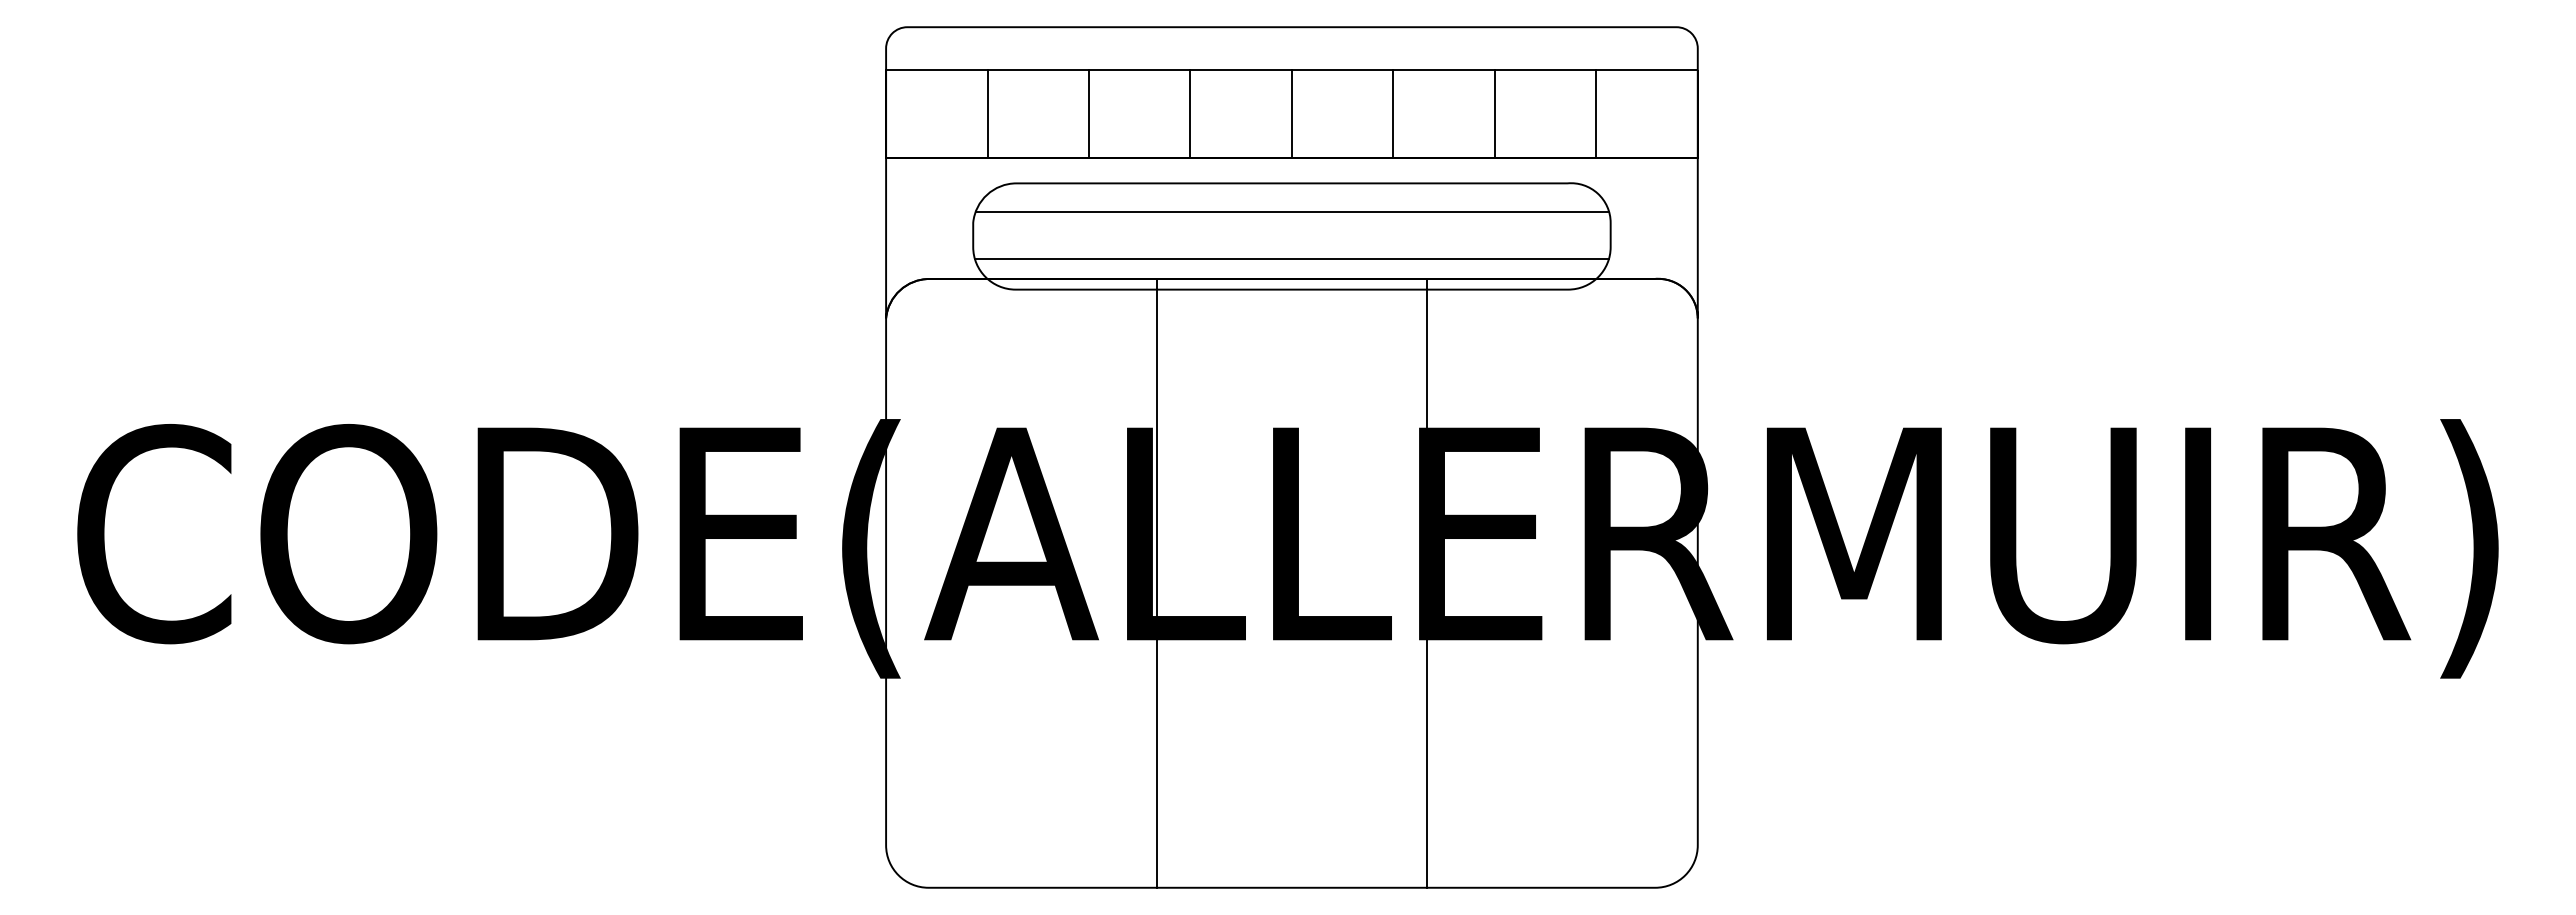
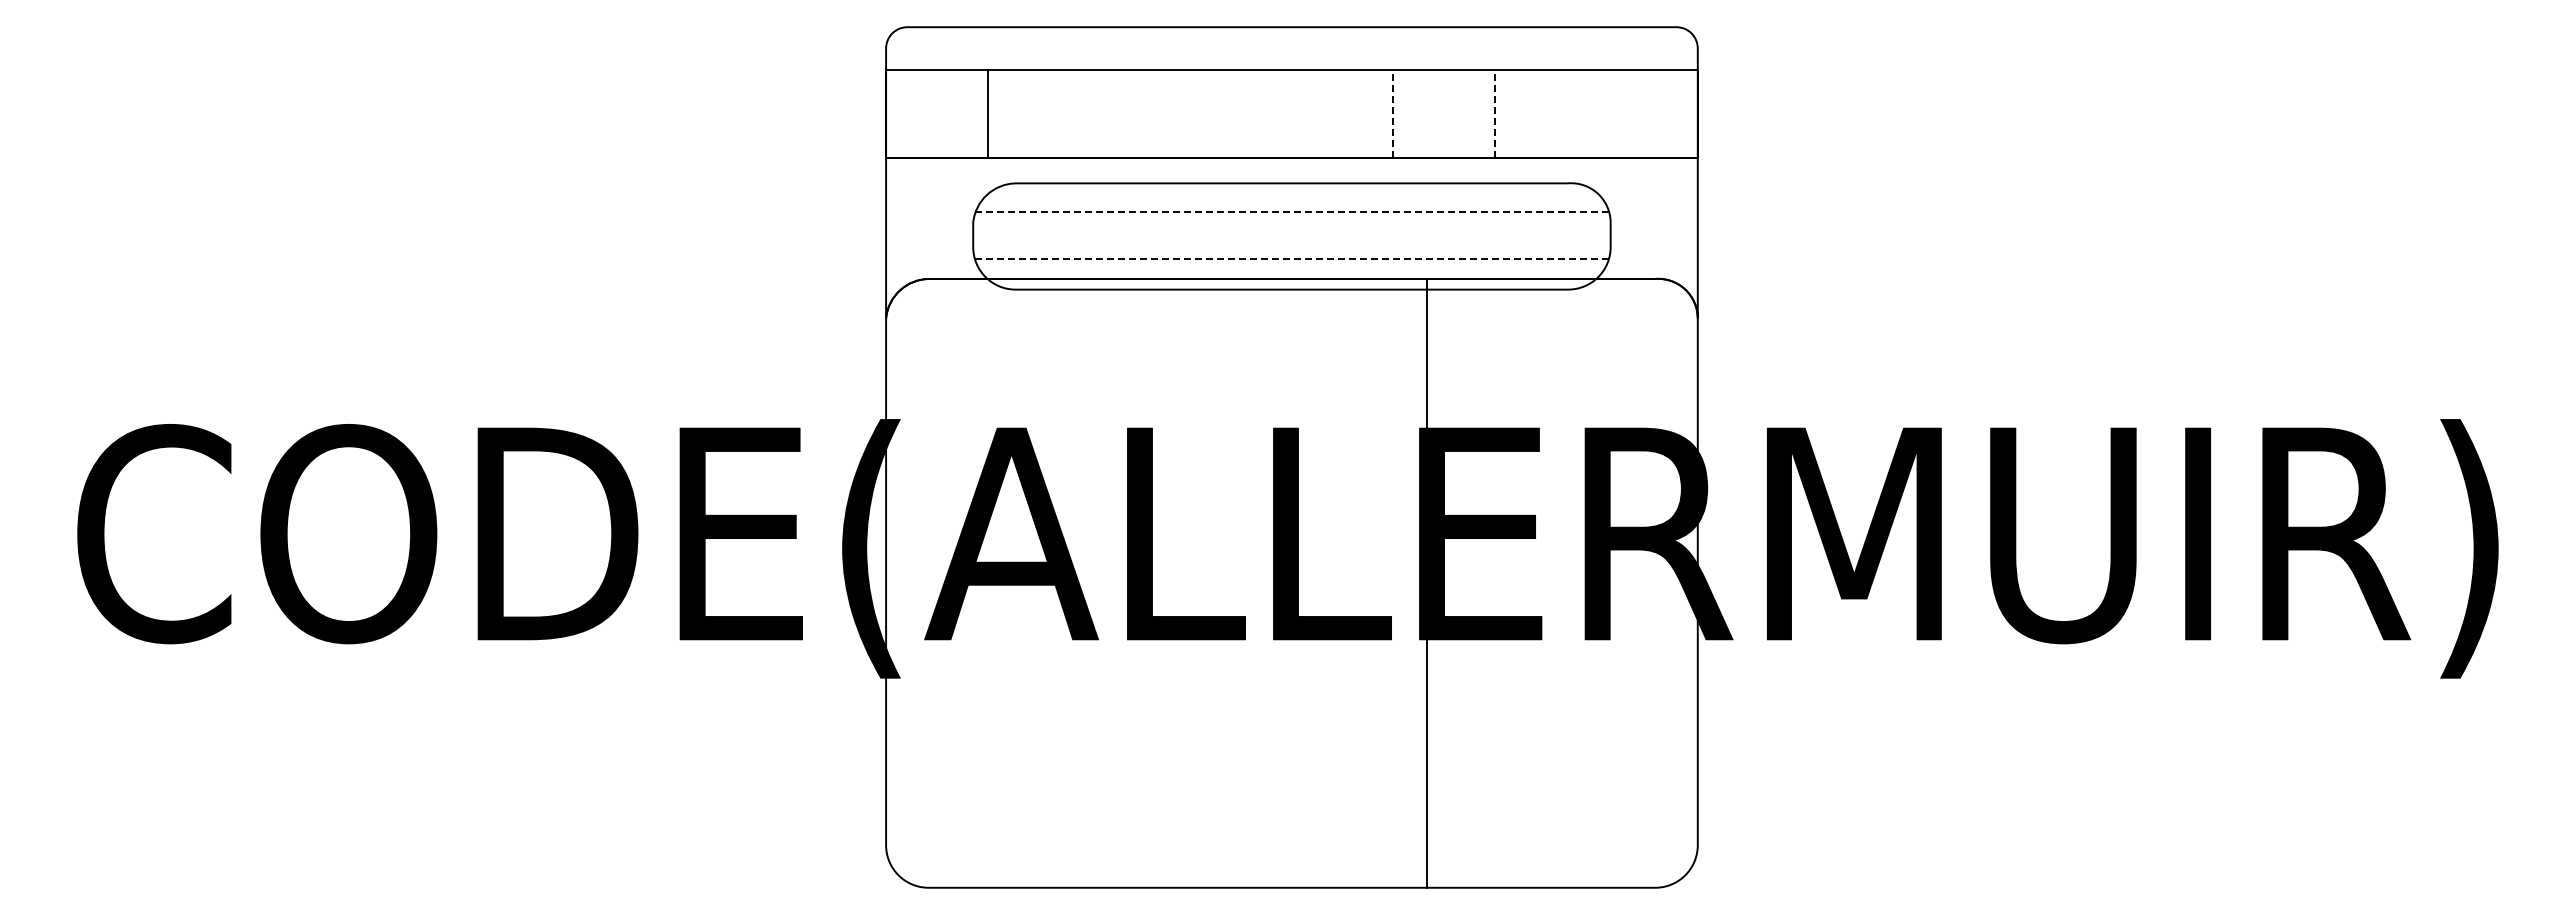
line at (1089, 113): present -> none
line at (1190, 113): present -> none
line at (1291, 113): present -> none
line at (1393, 113): solid -> dashed
line at (1494, 113): solid -> dashed
line at (1596, 113): present -> none
line at (1292, 212): solid -> dashed
line at (1292, 258): solid -> dashed
line at (1156, 583): present -> none
